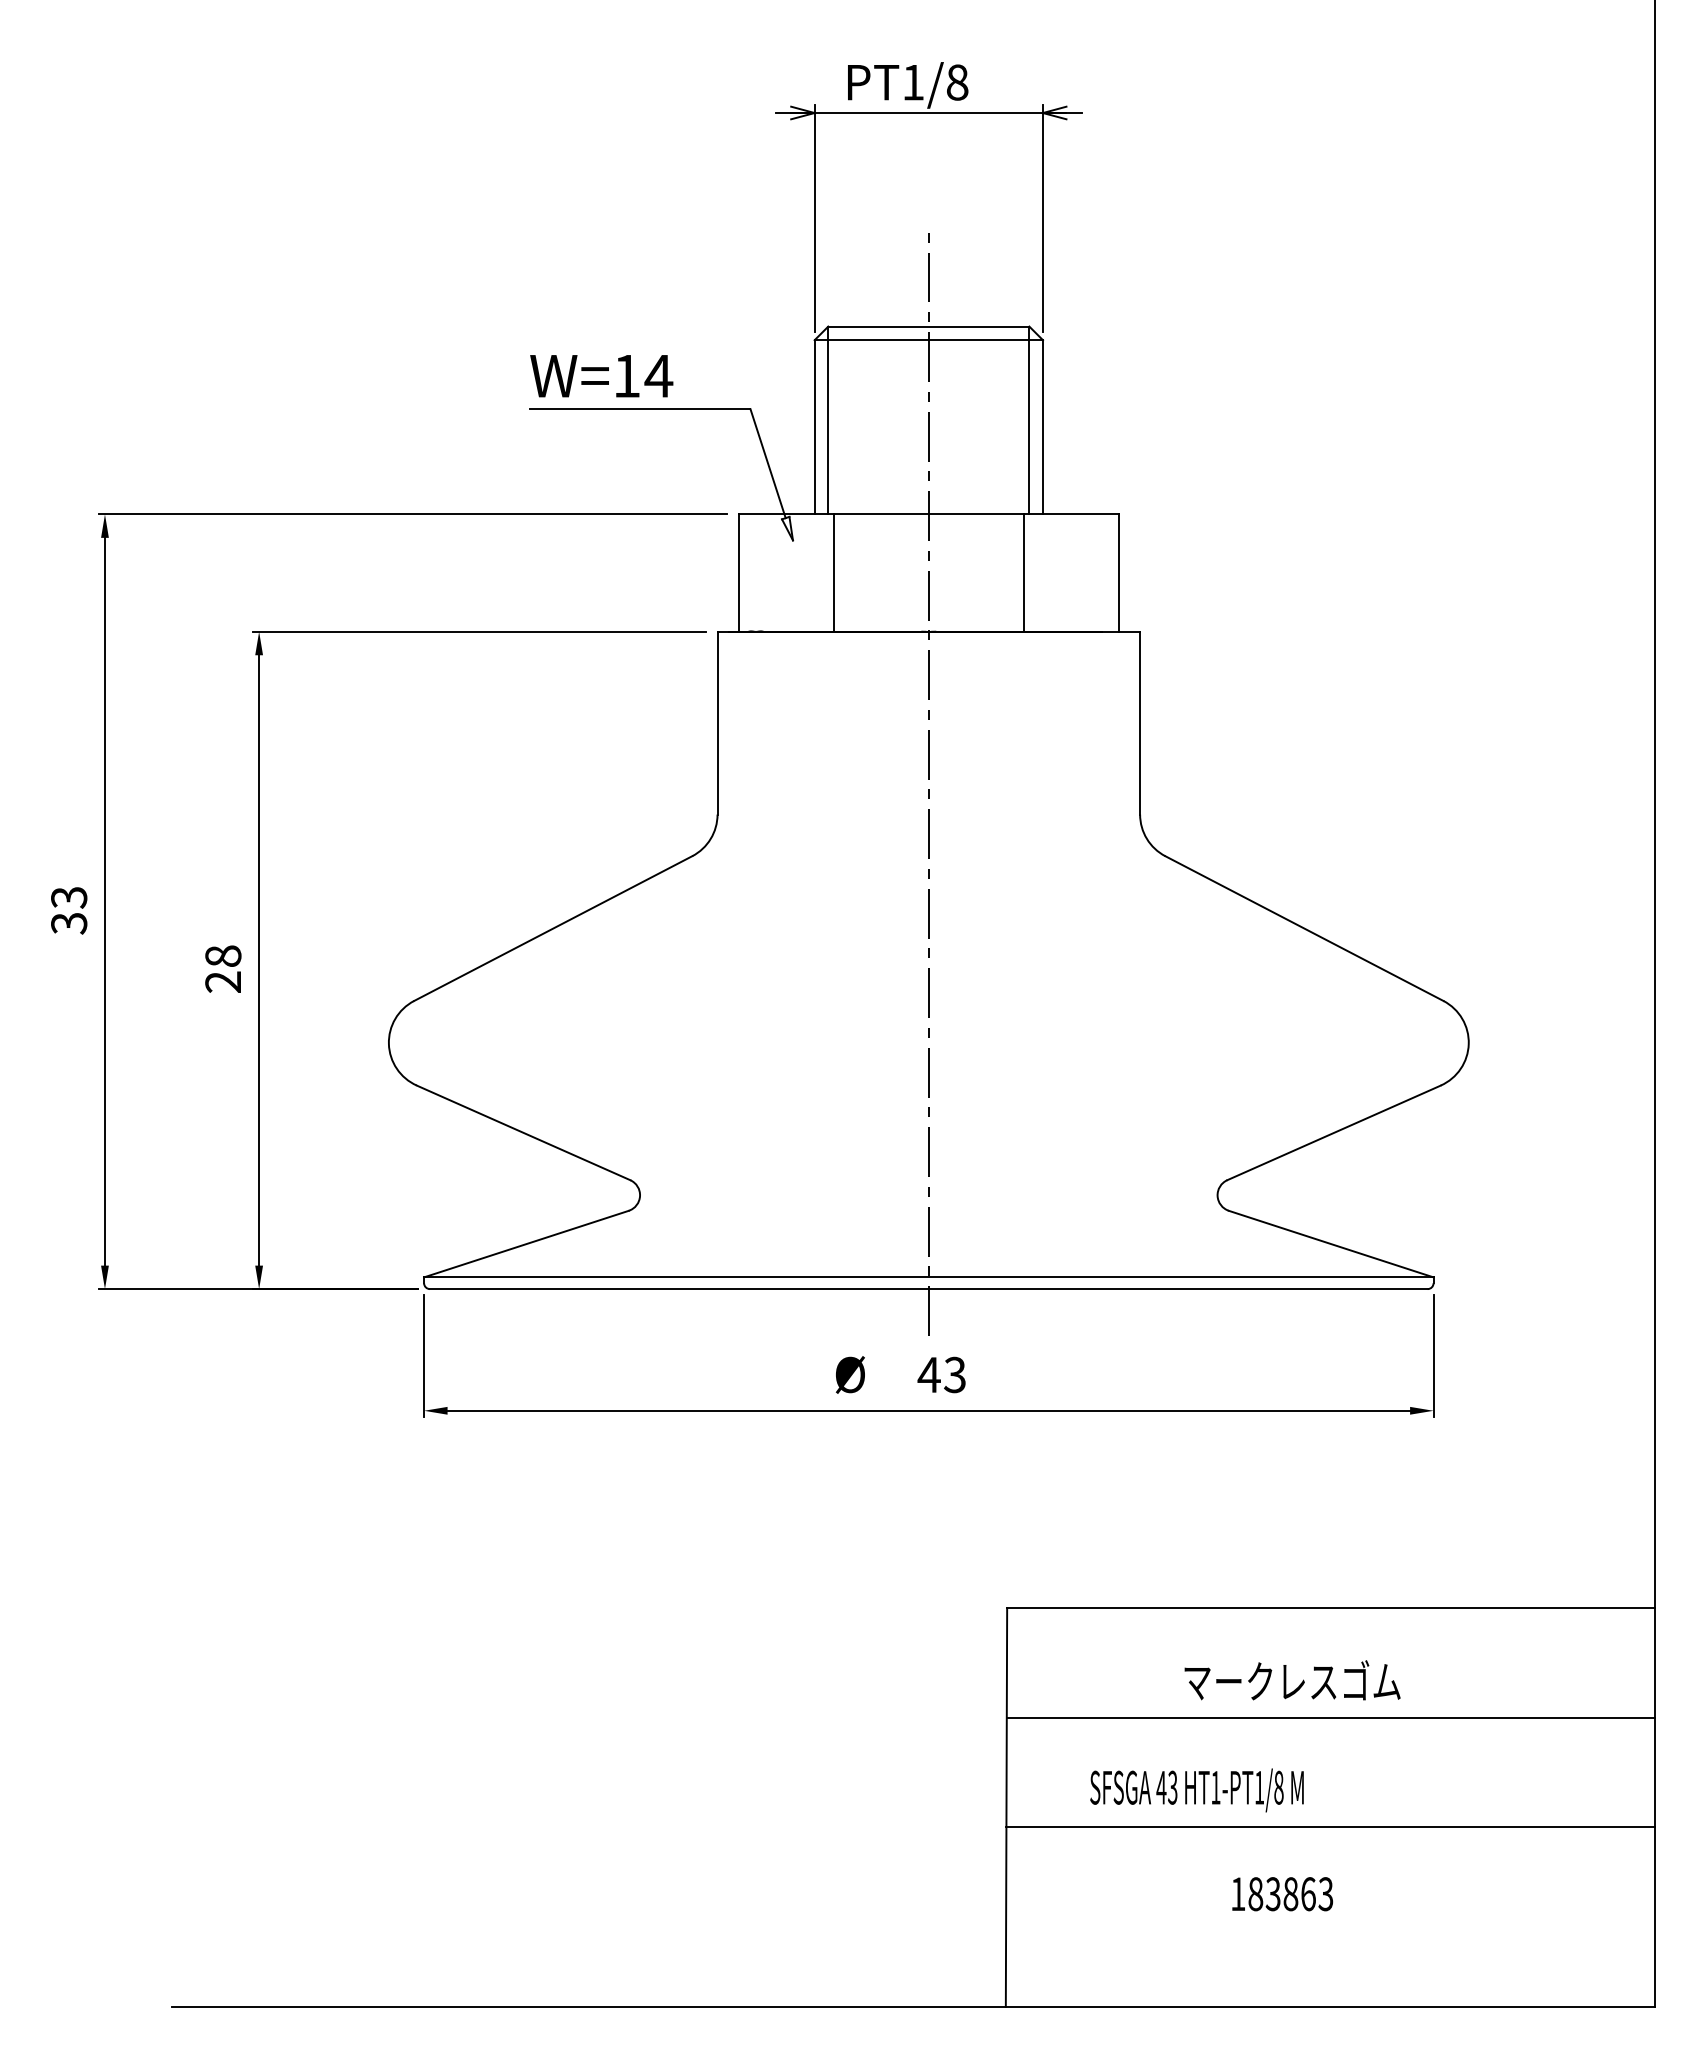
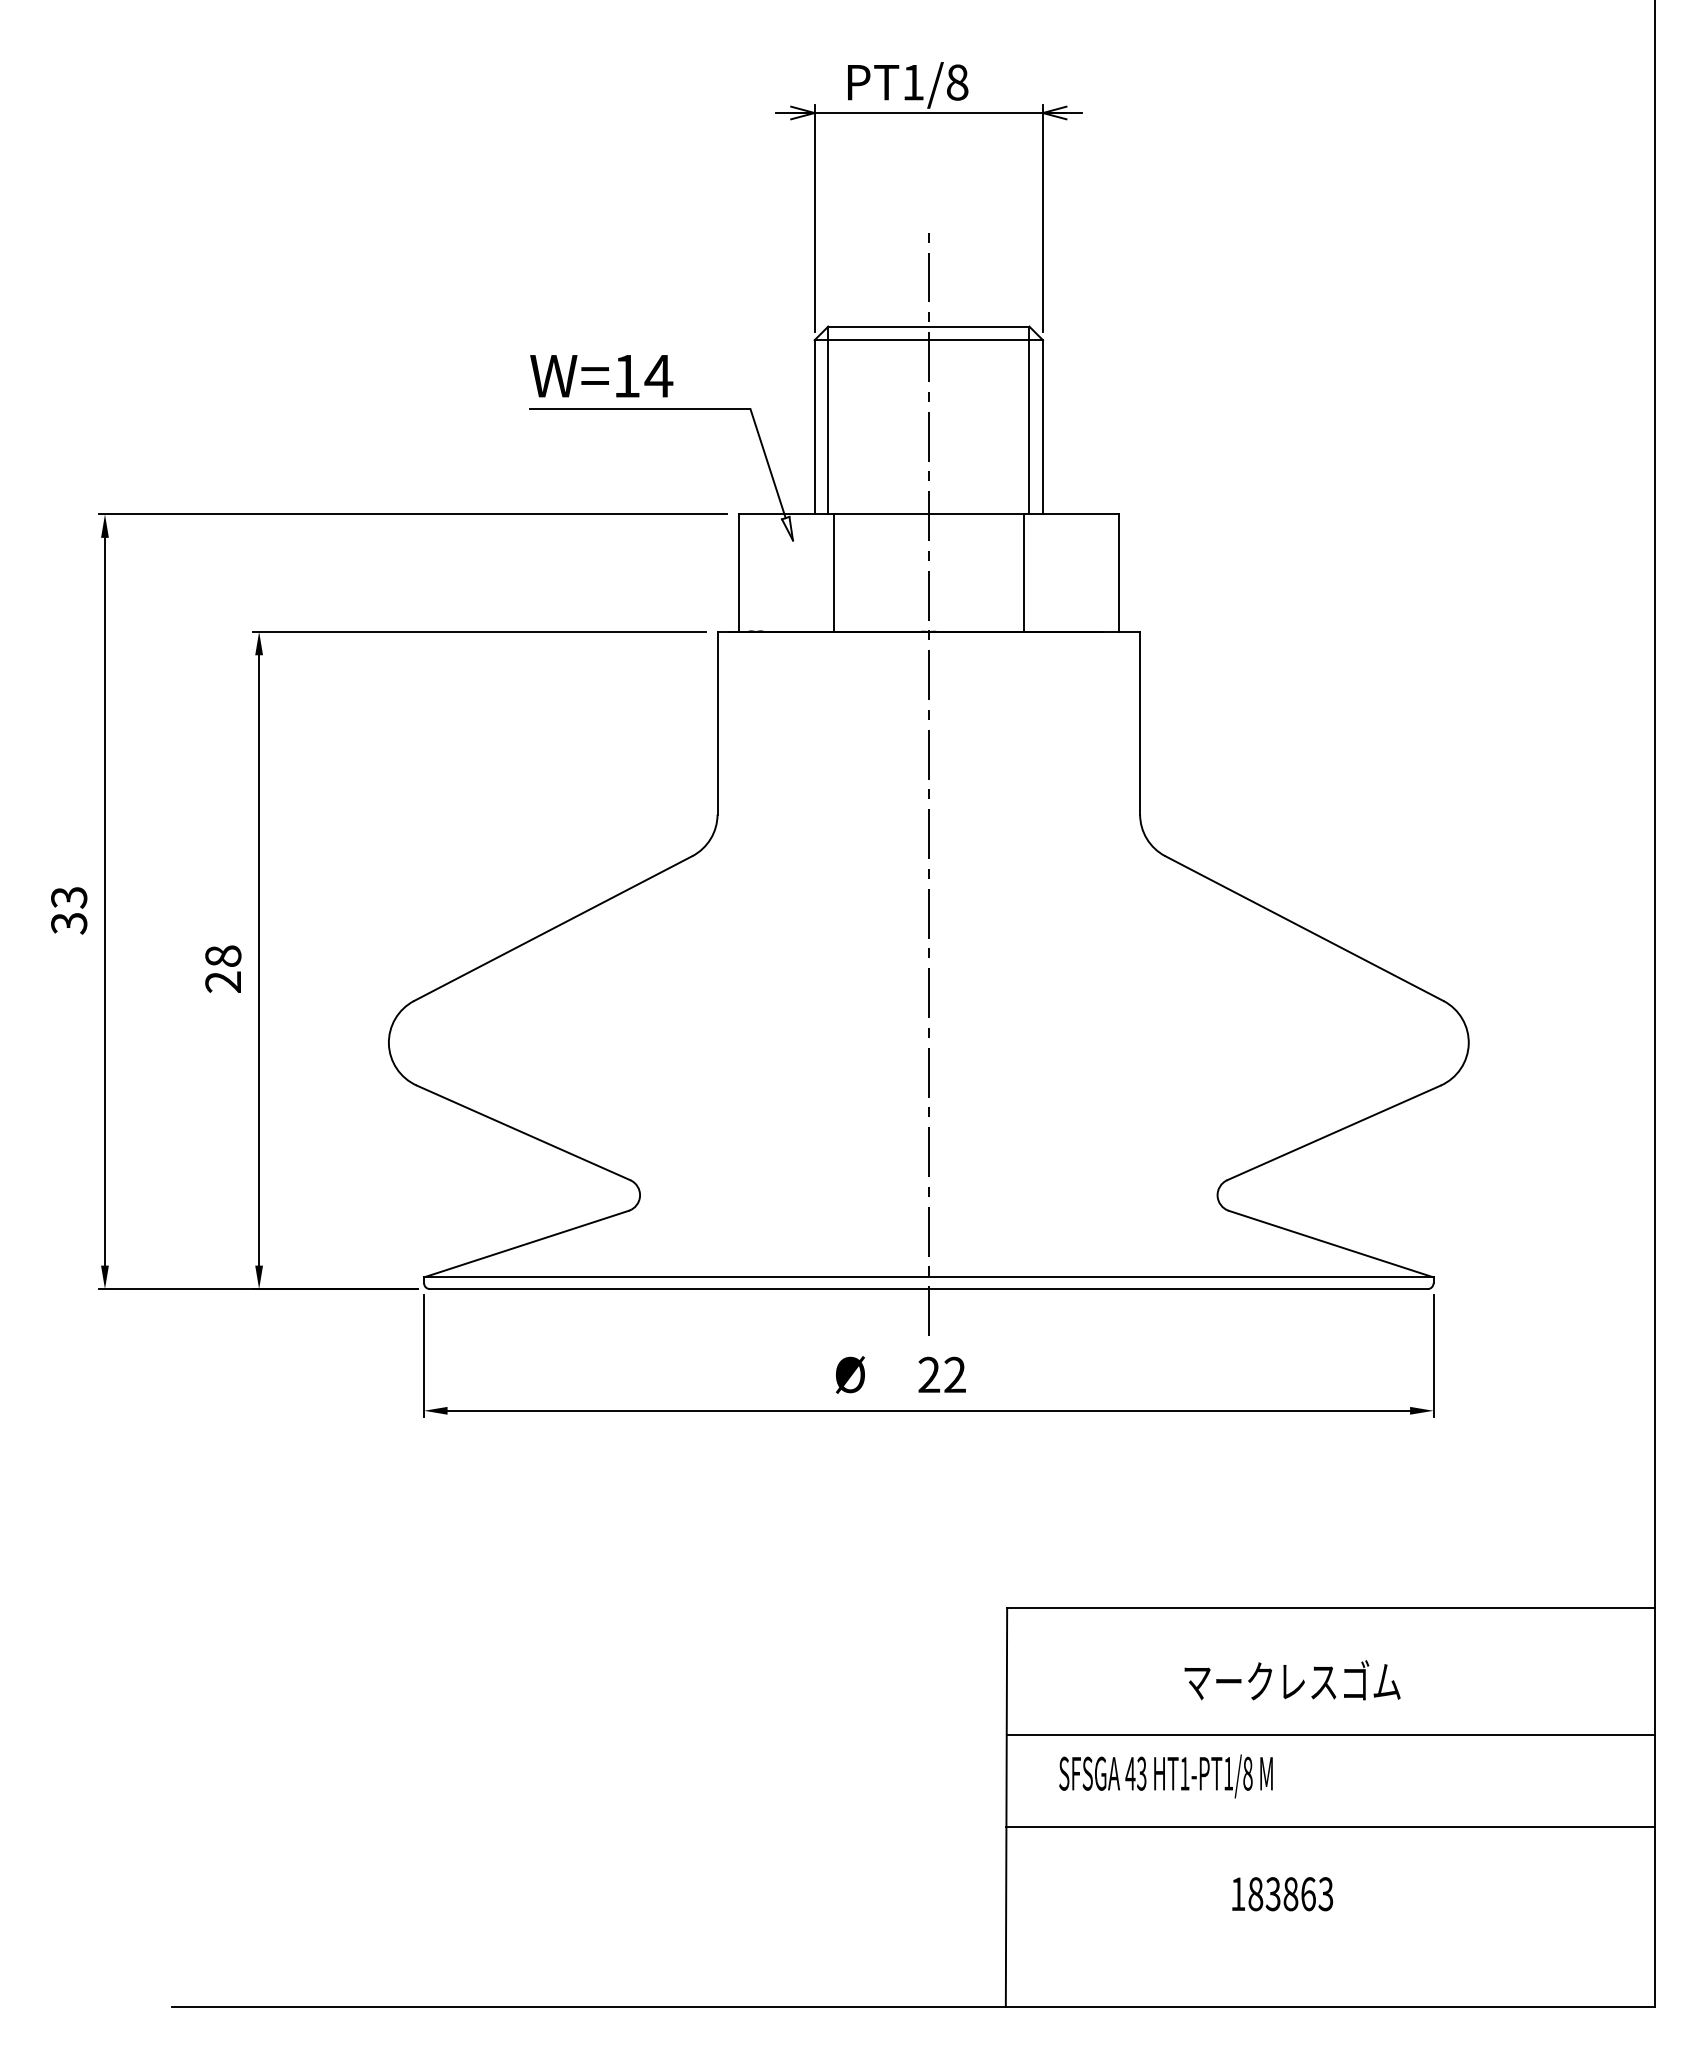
text at (941, 1374): 43 -> 22
line at (1330, 1717) position: (1330, 1717) -> (1330, 1734)
text at (1196, 1790) position: (1196, 1790) -> (1165, 1776)
